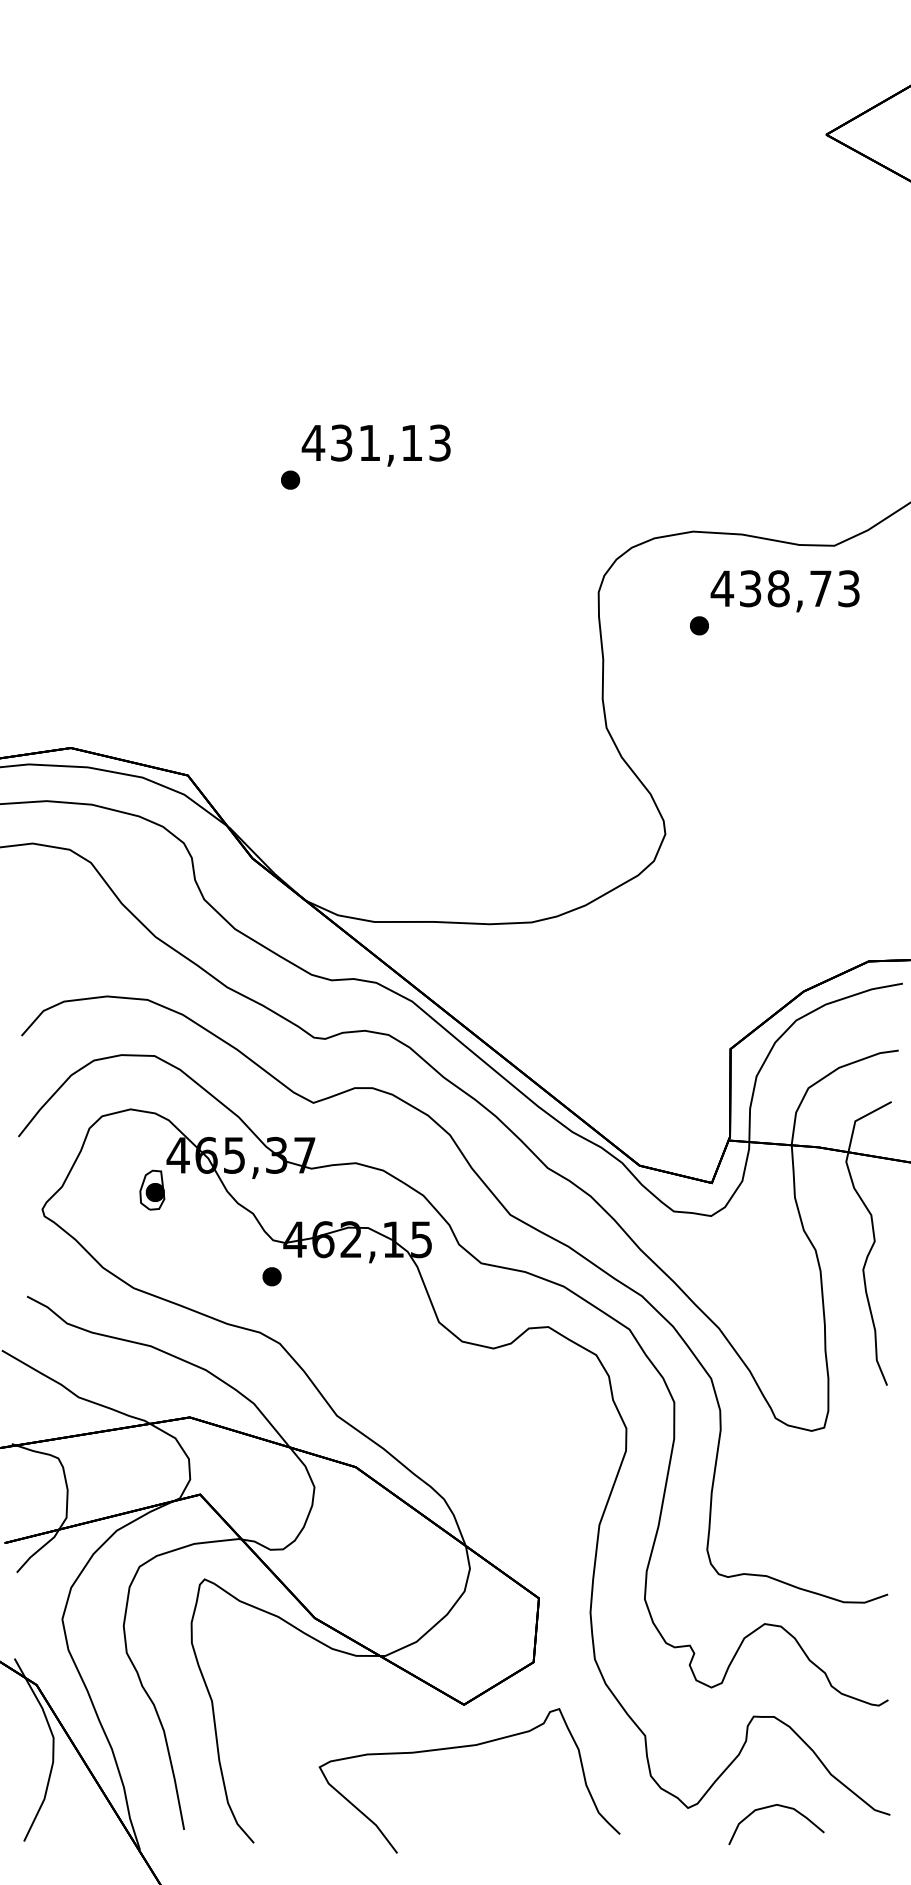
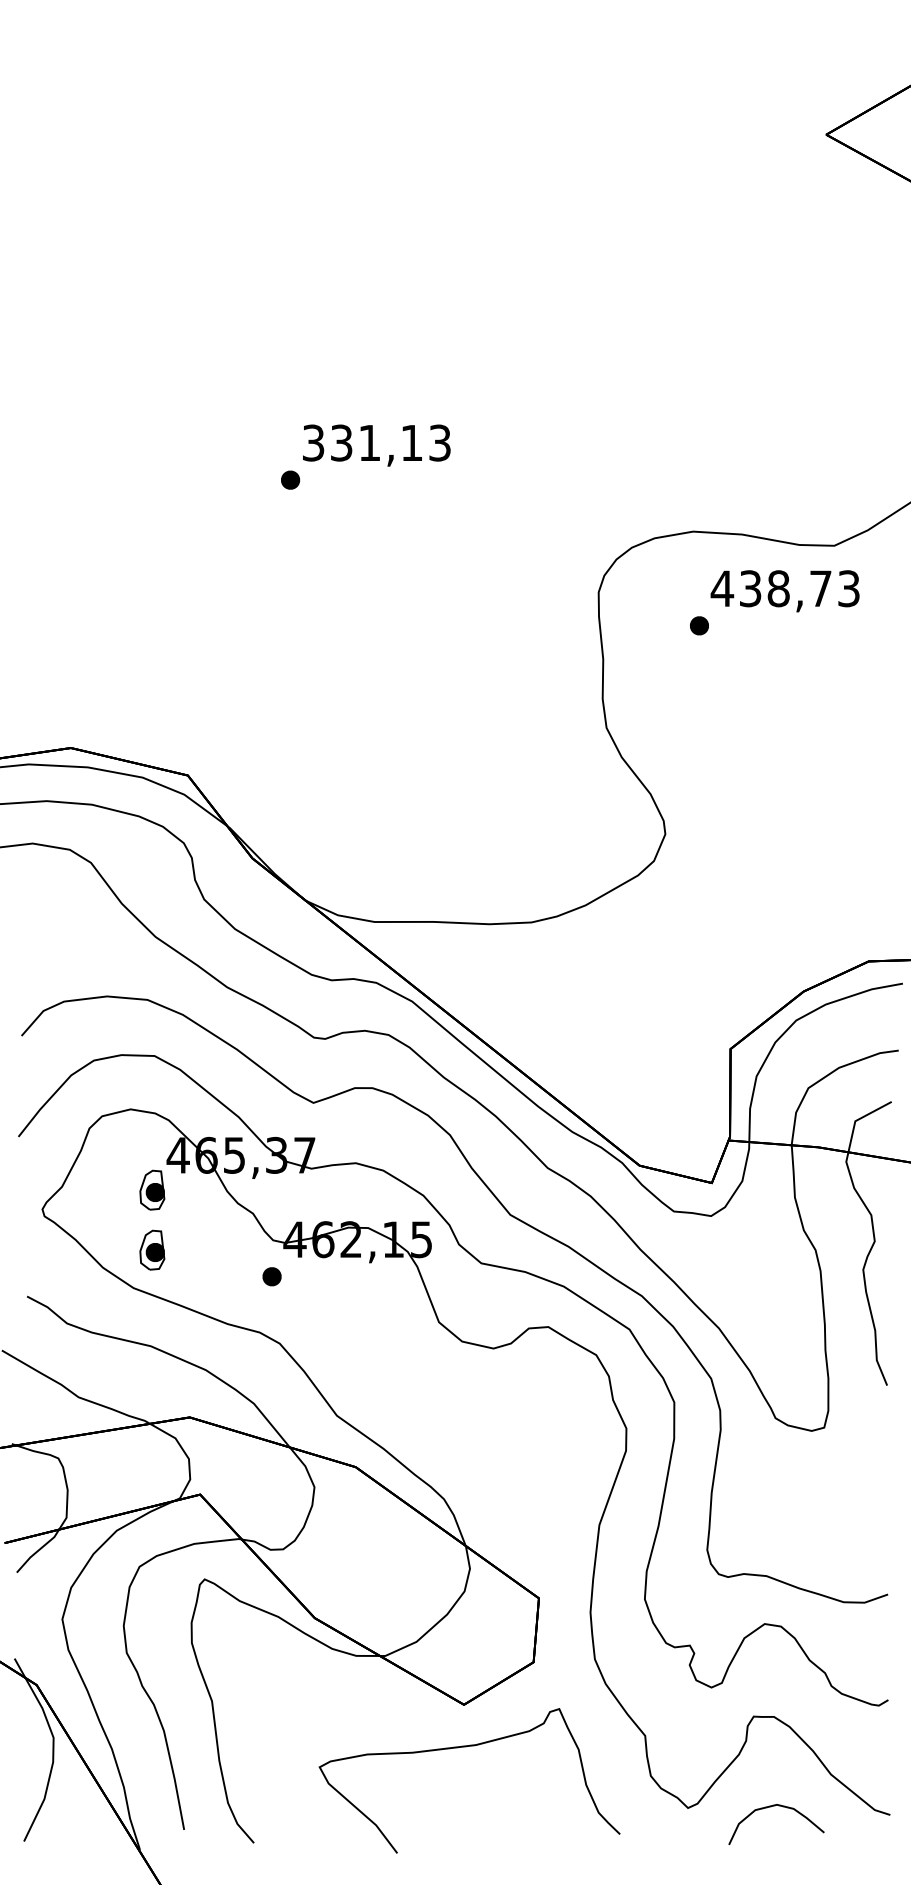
text at (313, 442): 431,13 -> 331,13
part at (152, 1249): none -> present
